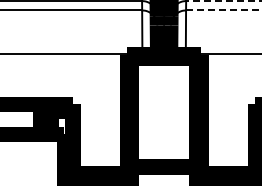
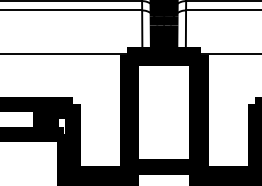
line at (223, 1): dashed -> solid
line at (224, 10): dashed -> solid
